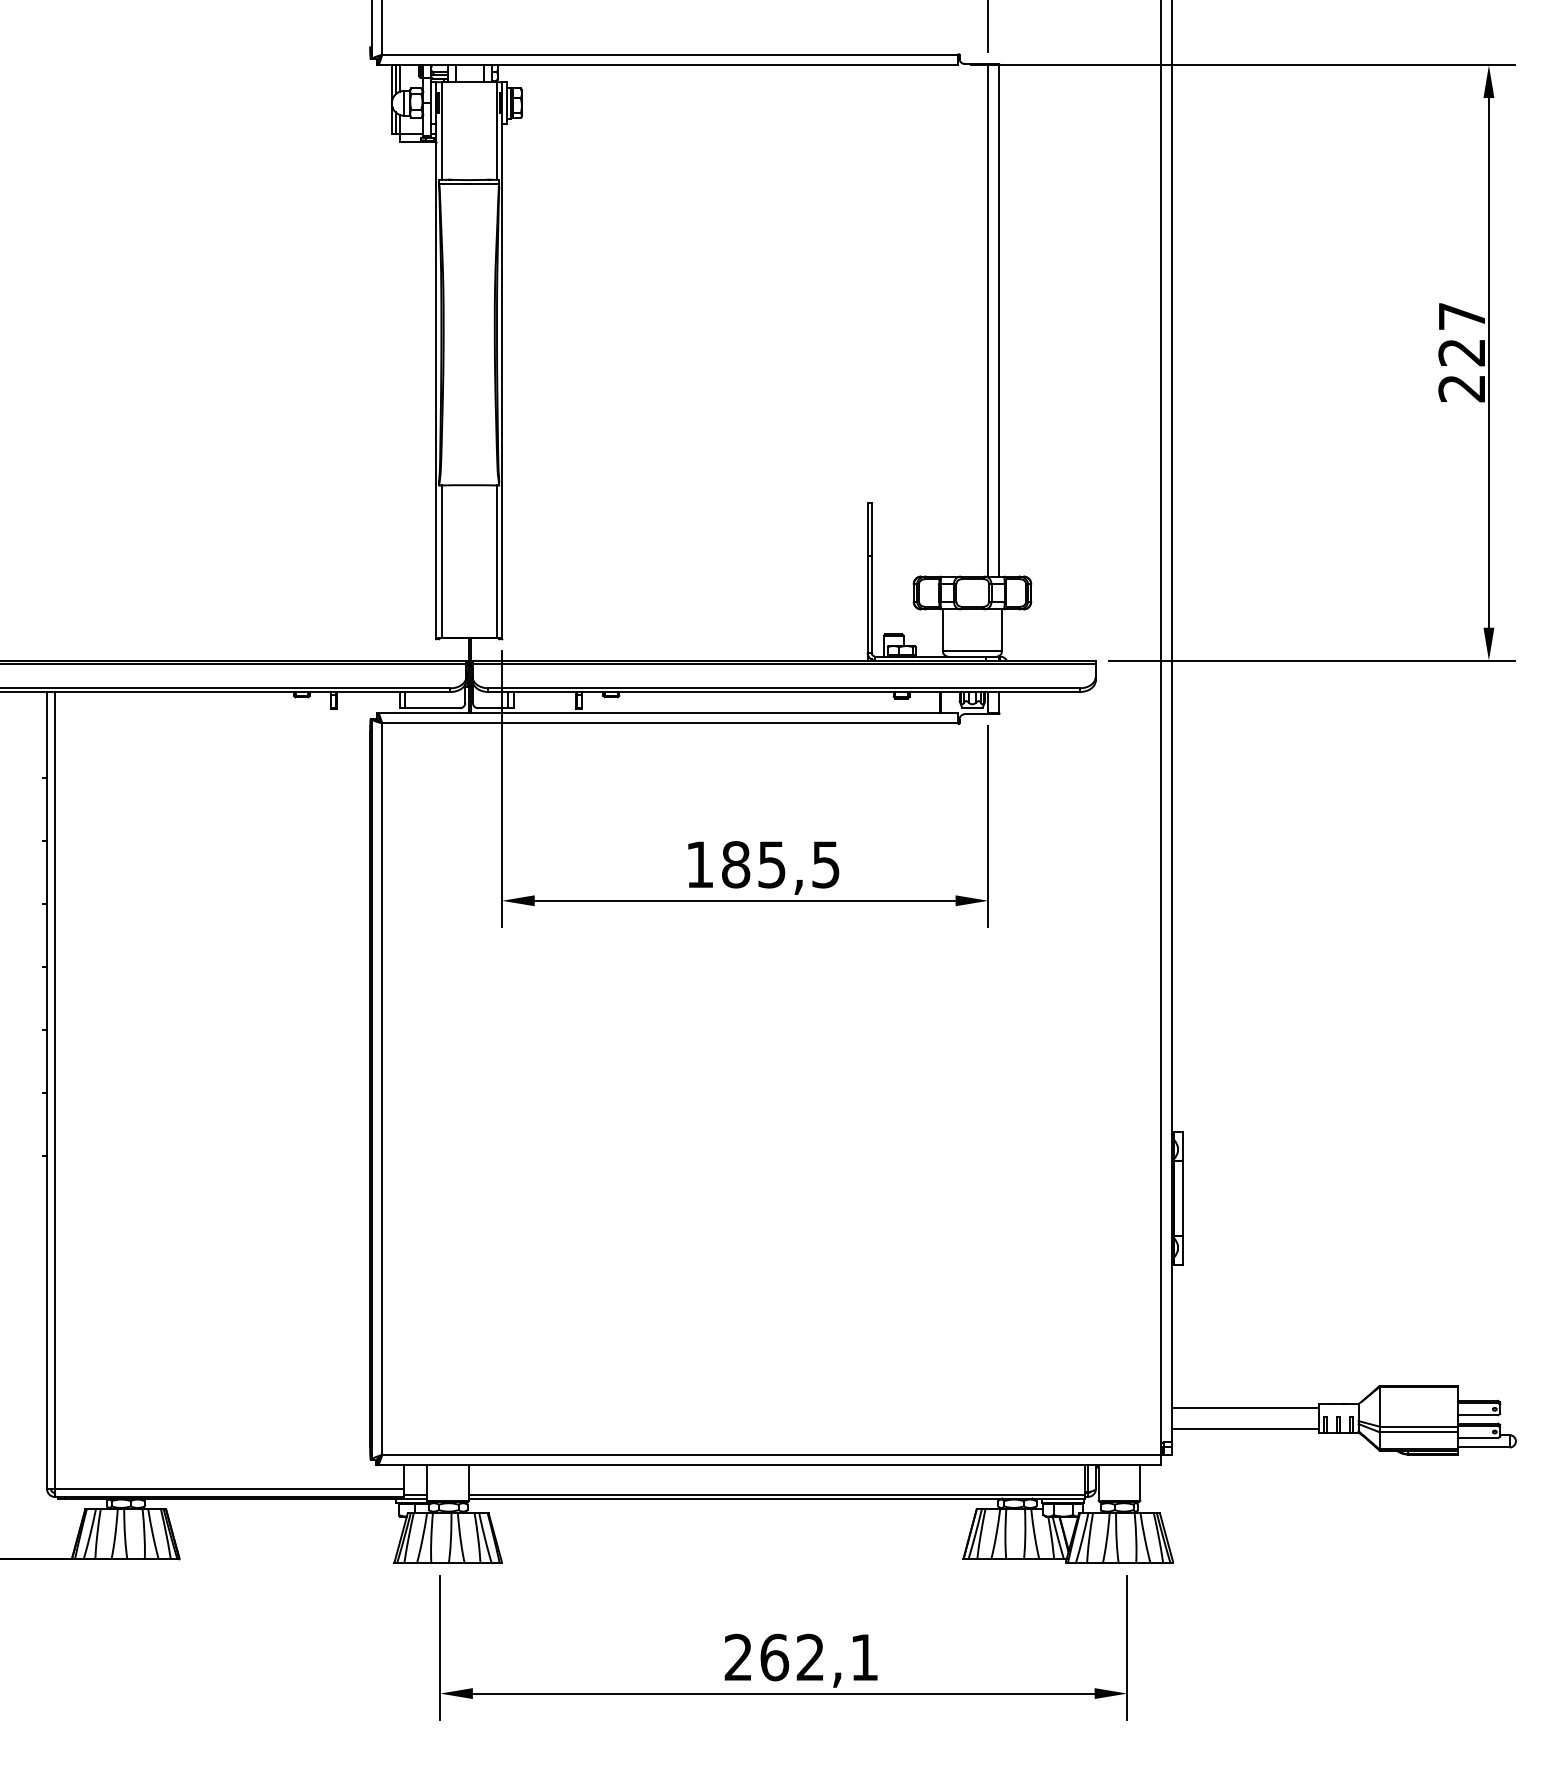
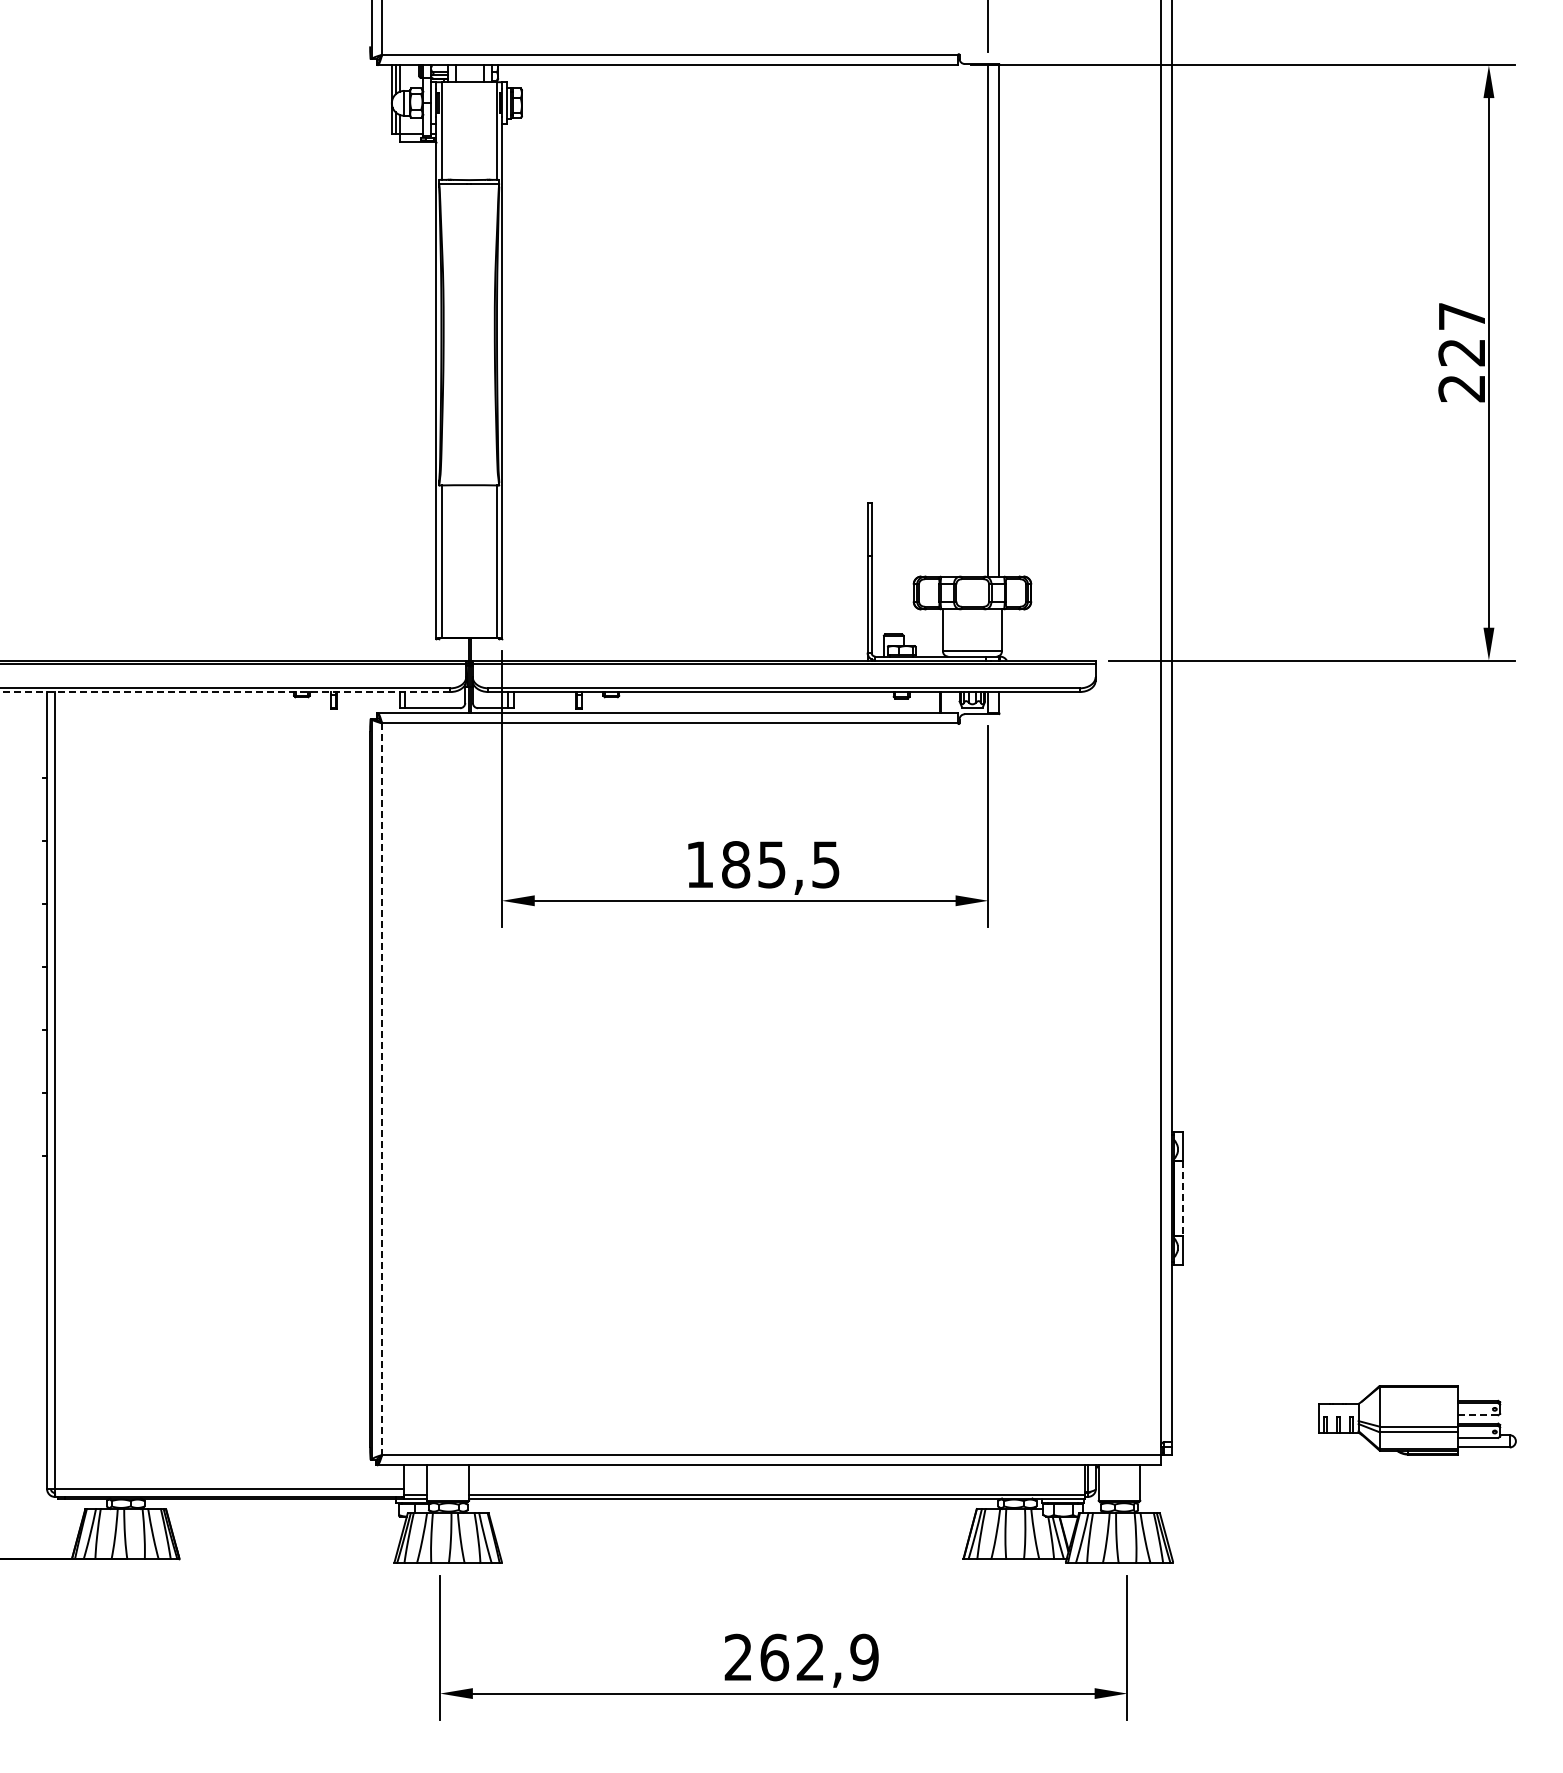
line at (225, 692): solid -> dashed
line at (382, 1089): solid -> dashed
line at (1183, 1199): solid -> dashed
line at (1245, 1407): present -> none
line at (1478, 1415): solid -> dashed
line at (1245, 1428): present -> none
text at (864, 1657): 262,1 -> 262,9
